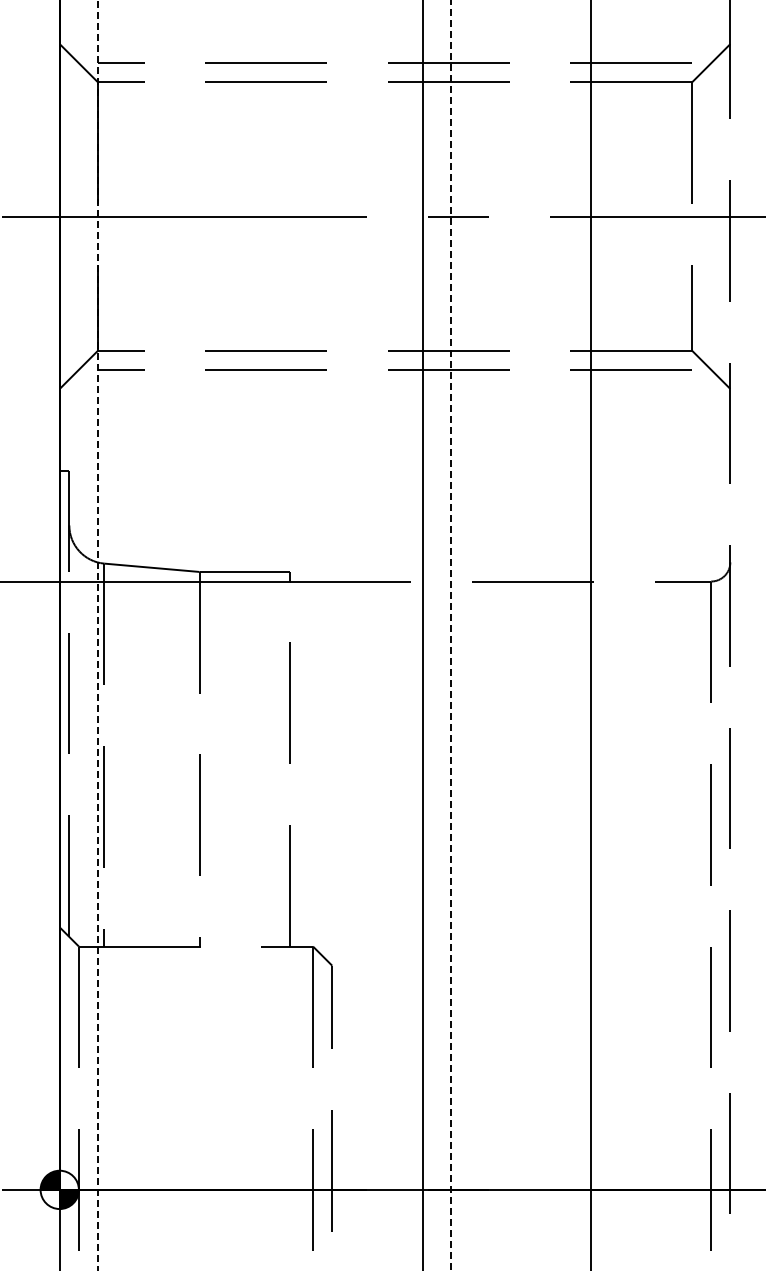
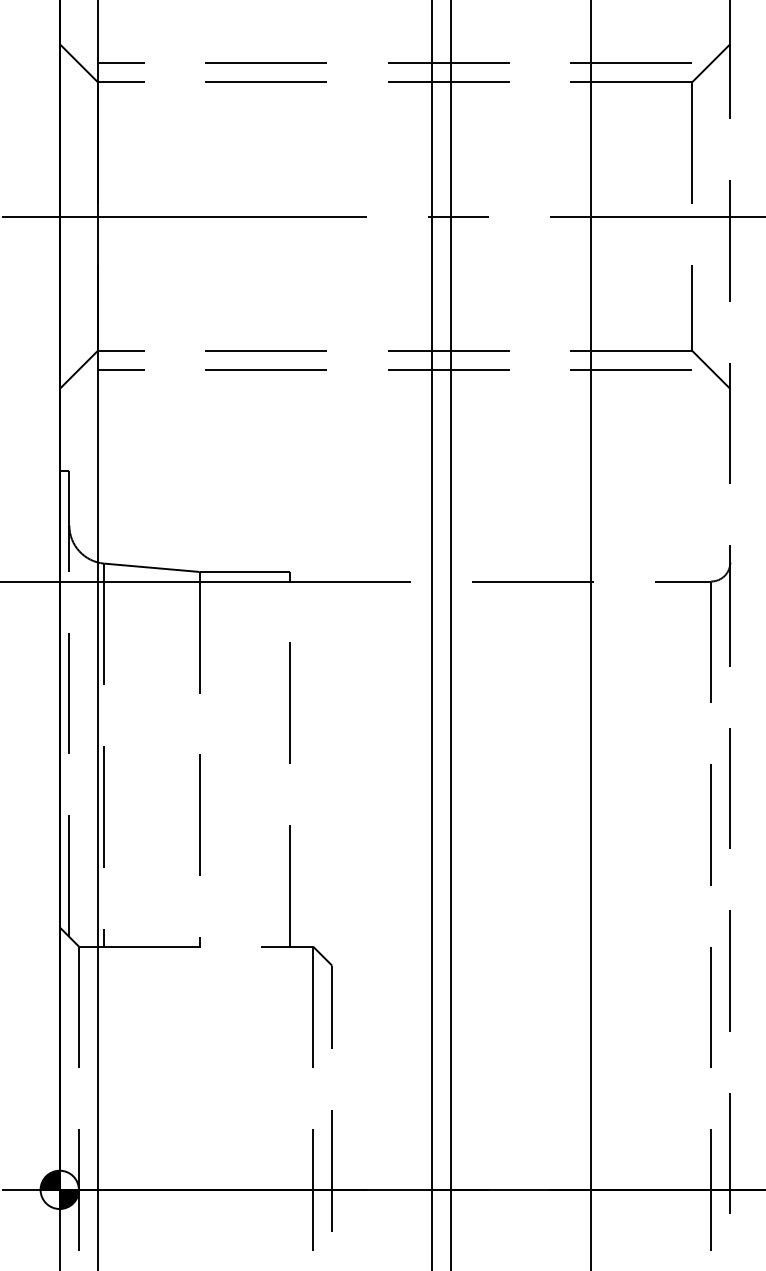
line at (98, 634): dashed -> solid
line at (423, 634) position: (423, 634) -> (432, 634)
line at (451, 635): dashed -> solid
